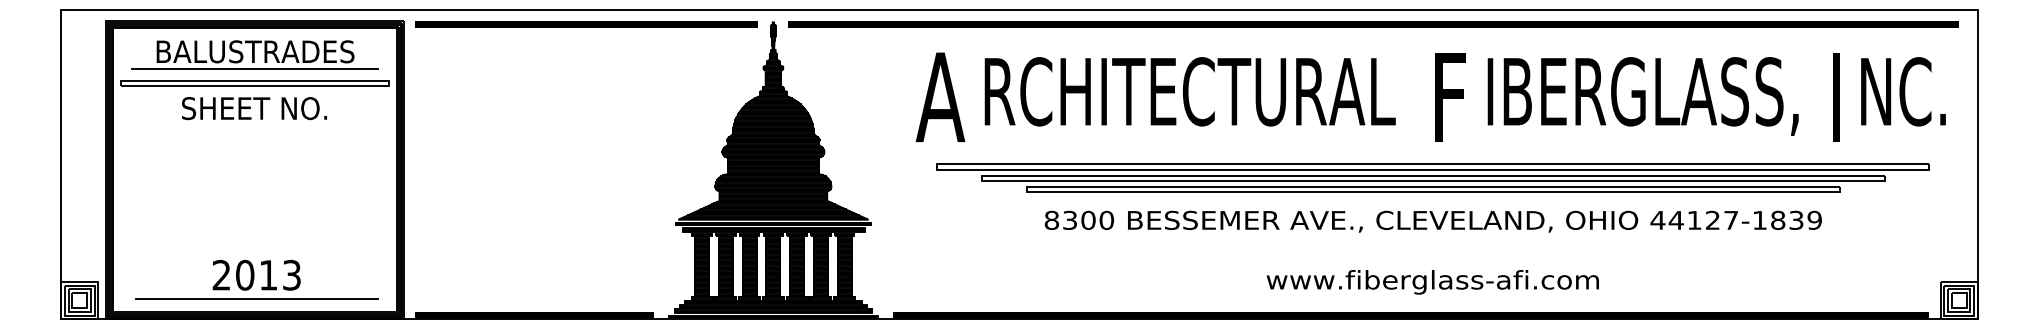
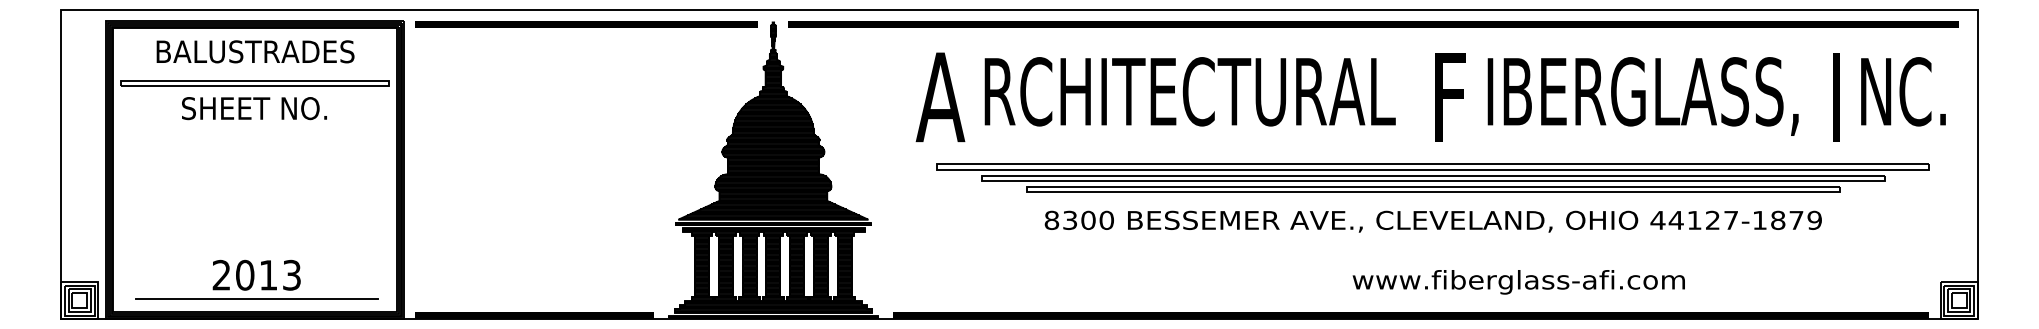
line at (255, 69): present -> none
text at (1796, 219): 44127-1839 -> 44127-1879
text at (1432, 282) position: (1432, 282) -> (1518, 282)
